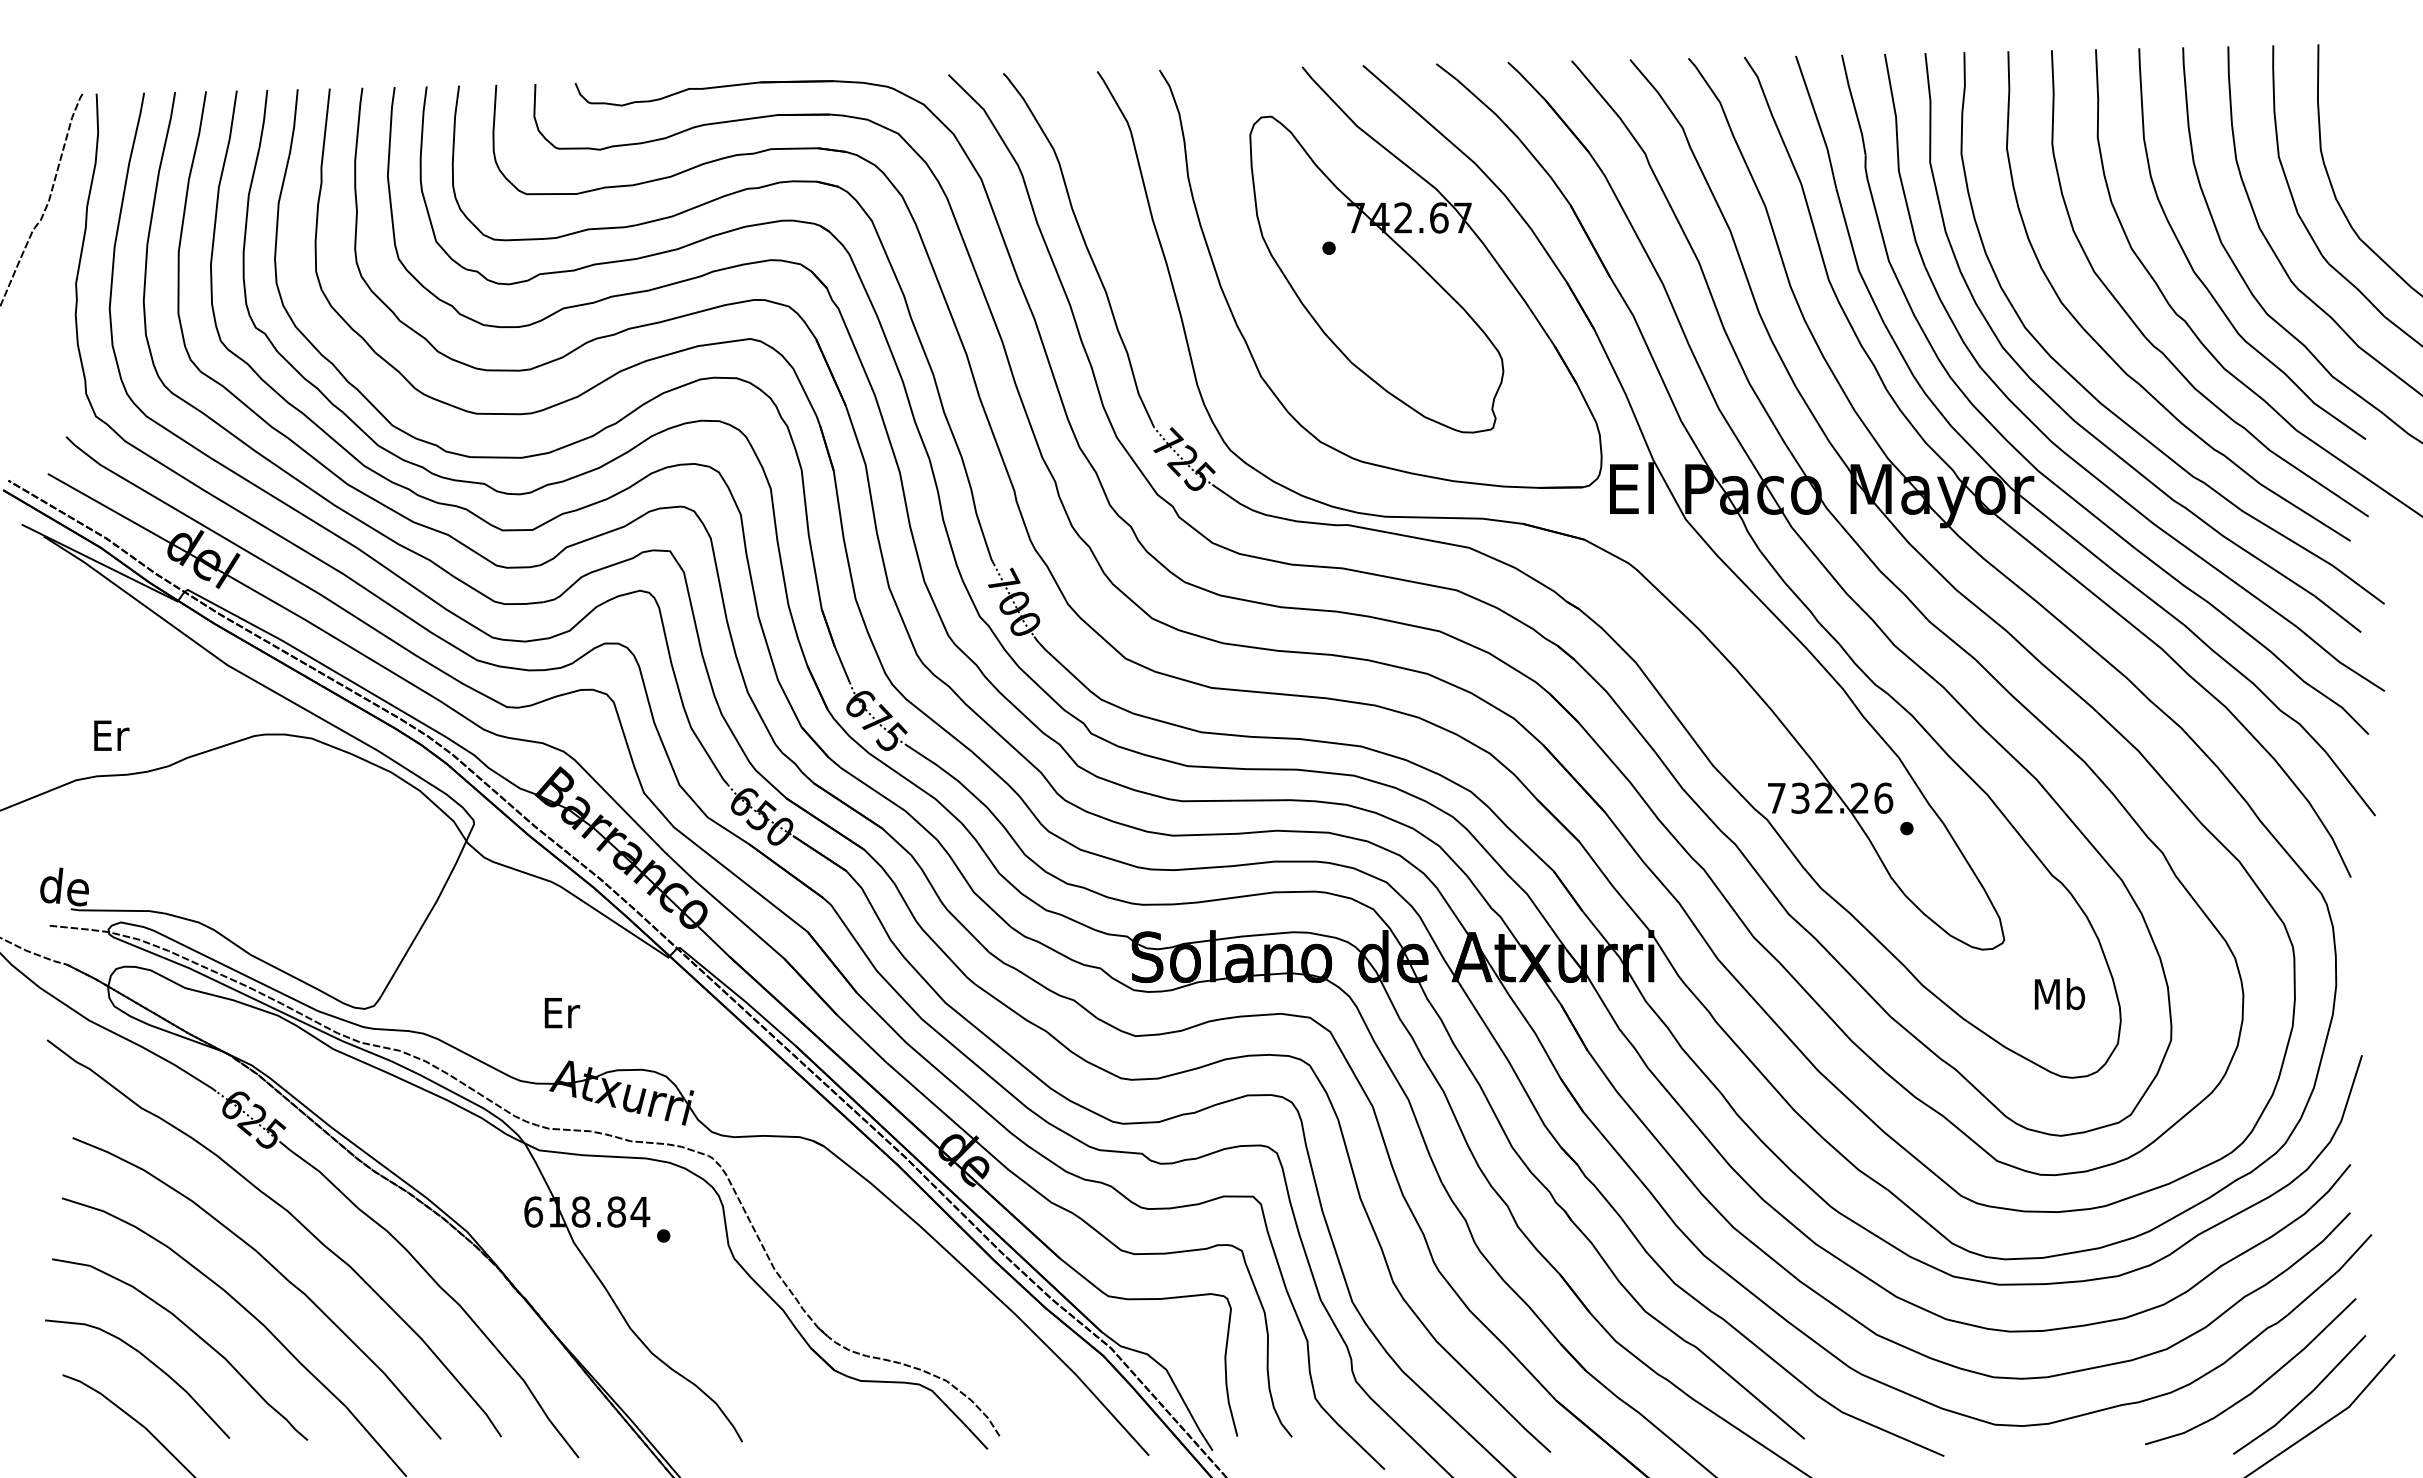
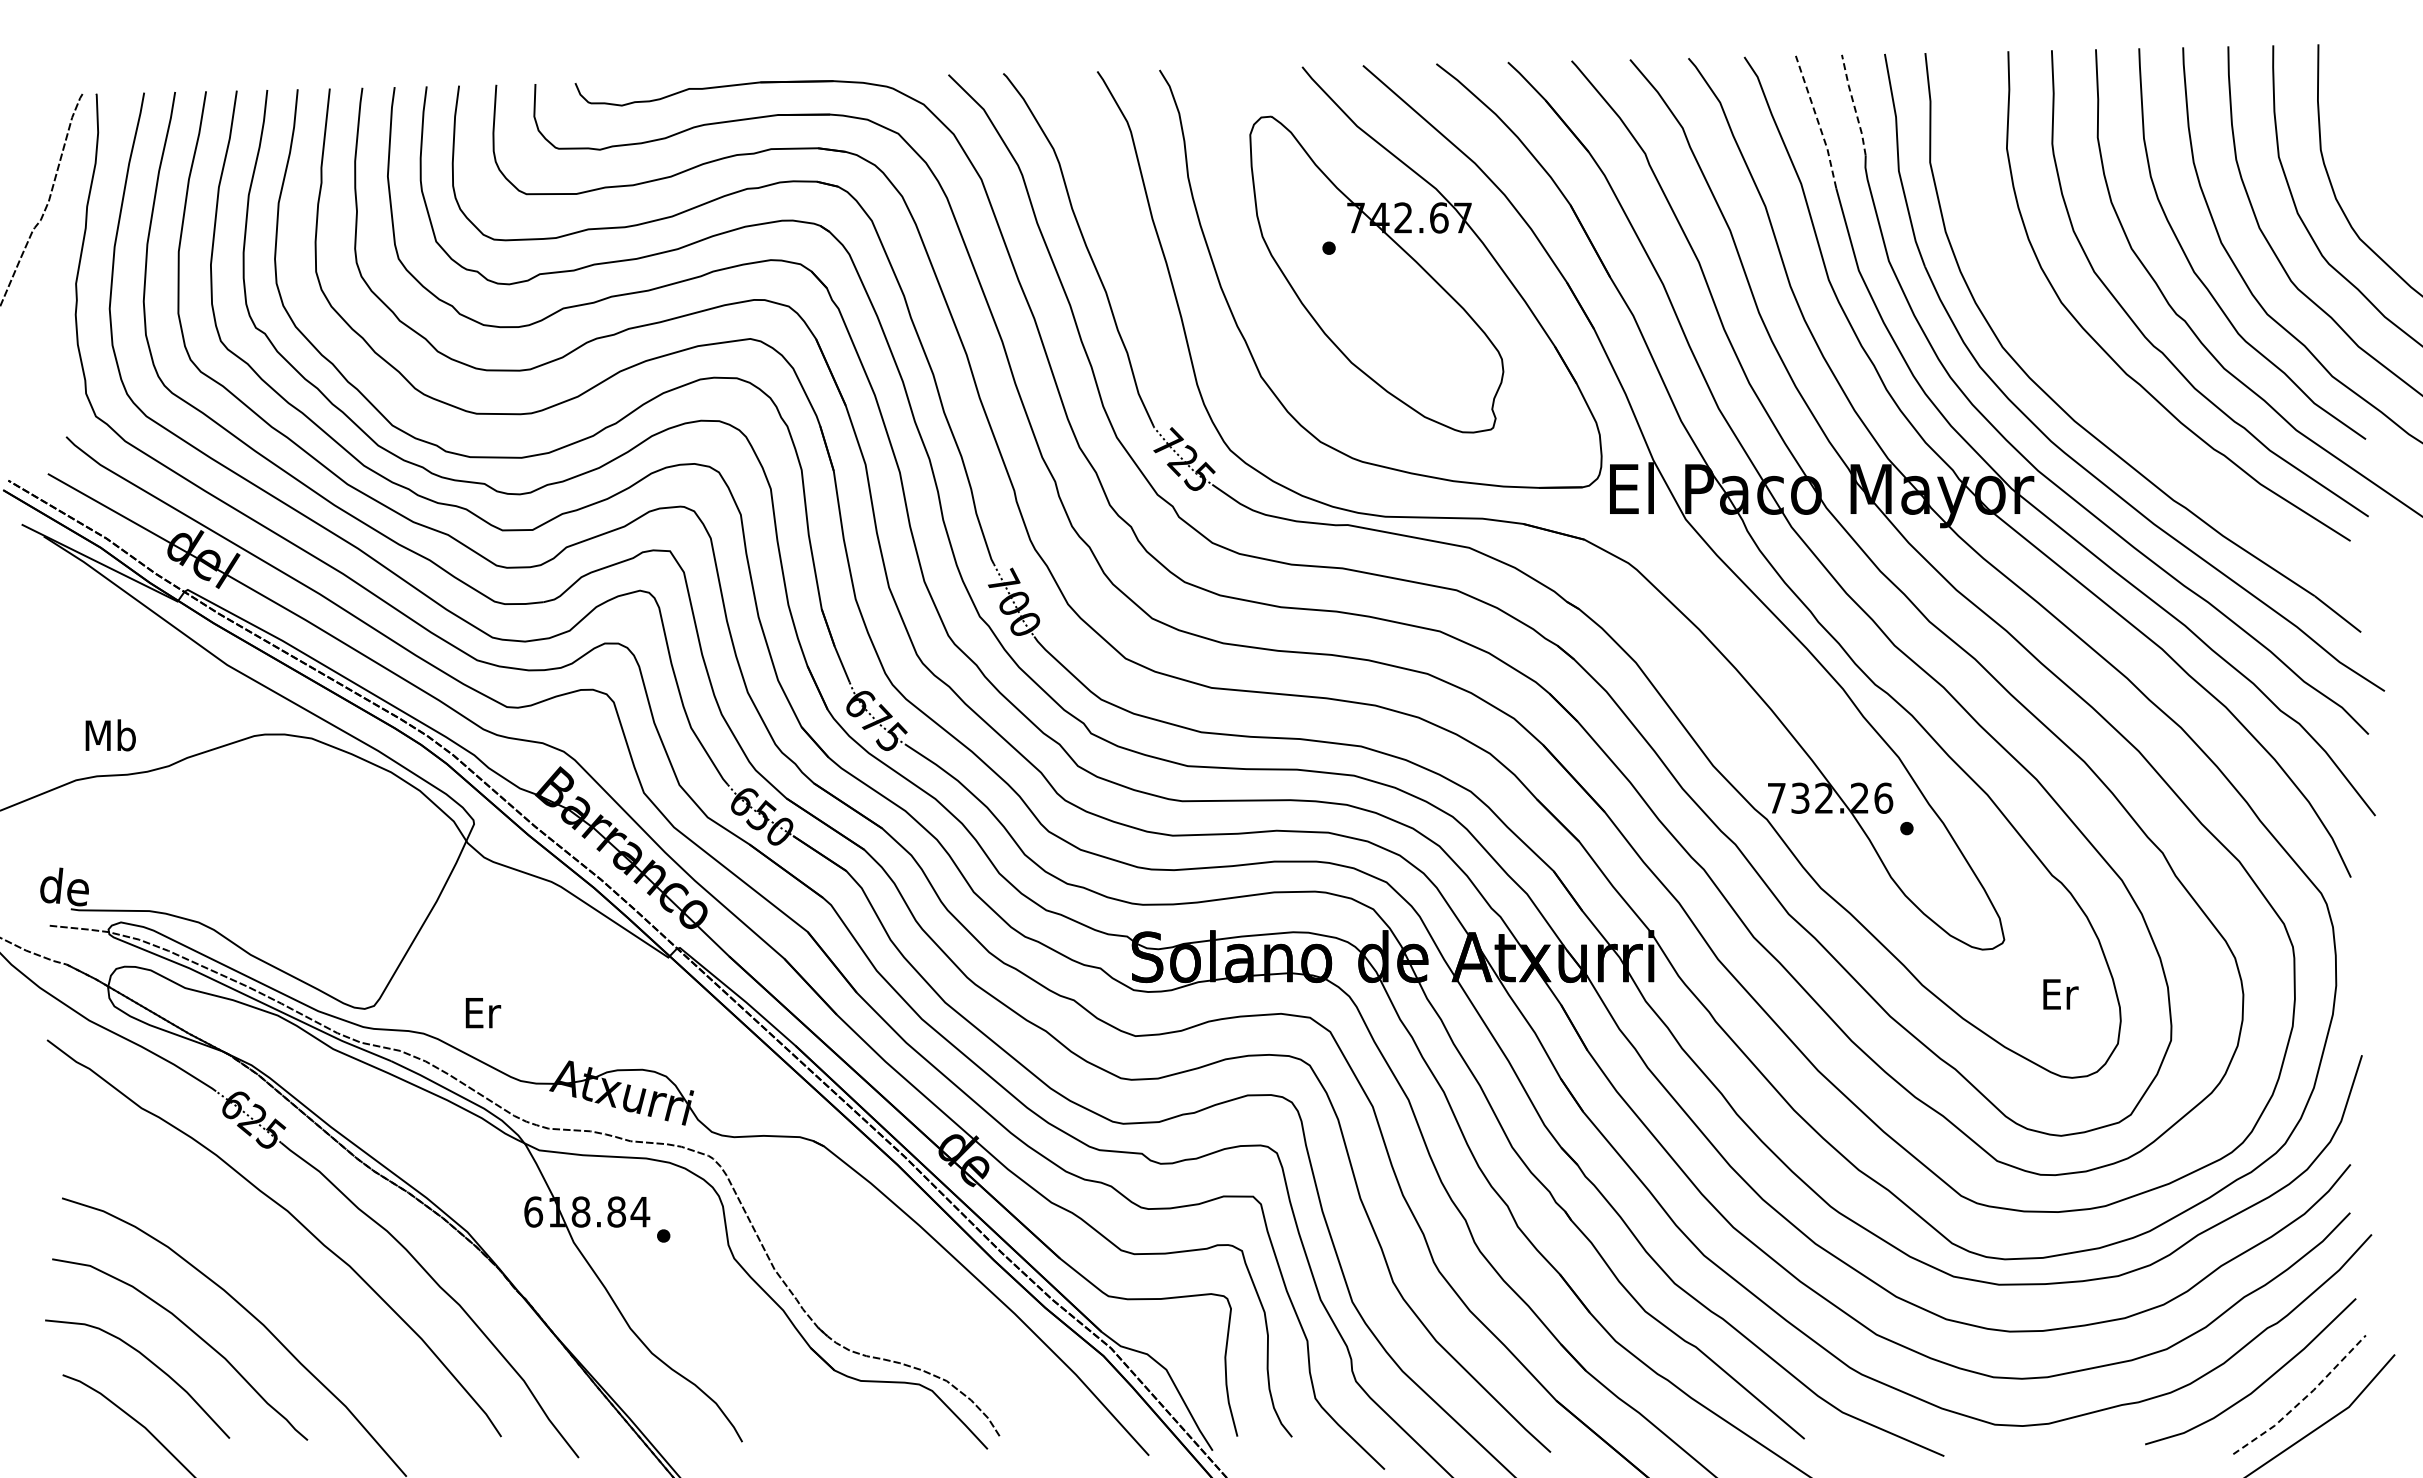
line at (1853, 104): solid -> dashed
line at (1818, 121): solid -> dashed
curve at (2110, 409): present -> none
text at (110, 735): Er -> Mb
text at (2059, 994): Mb -> Er
text at (562, 1013) position: (562, 1013) -> (483, 1013)
curve at (274, 1269): present -> none
line at (2303, 1399): solid -> dashed
